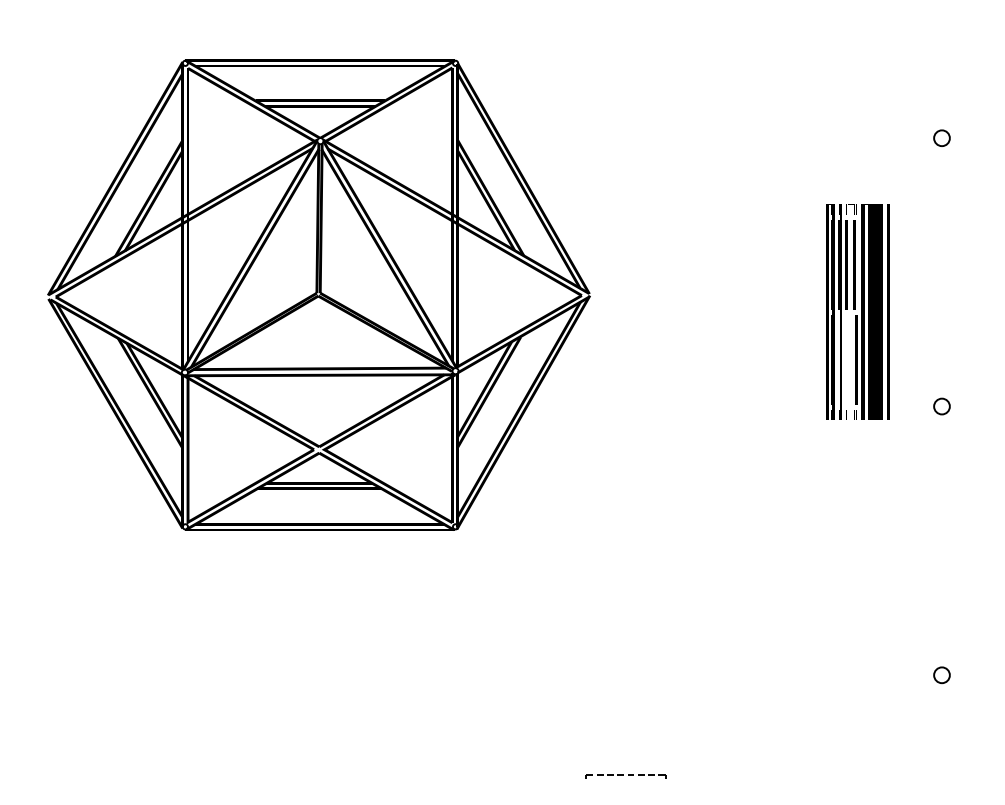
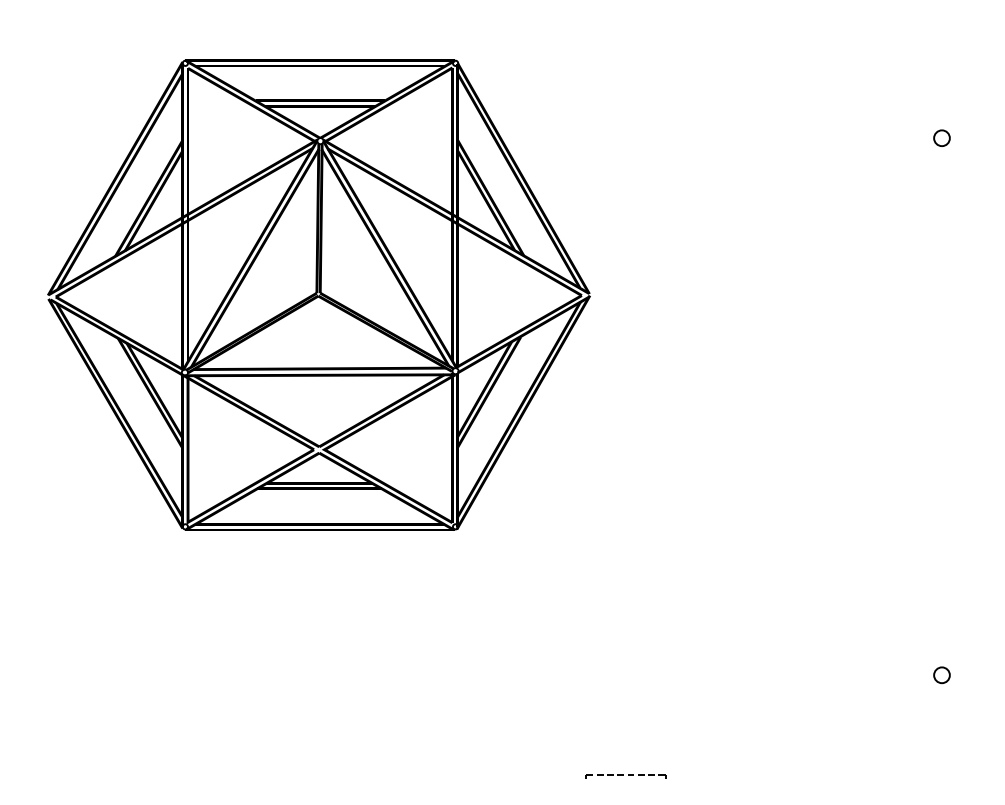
part at (857, 311): present -> none
circle at (941, 406): present -> none
